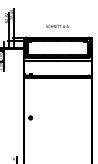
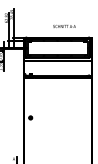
text at (57, 26) position: (57, 26) -> (64, 26)
